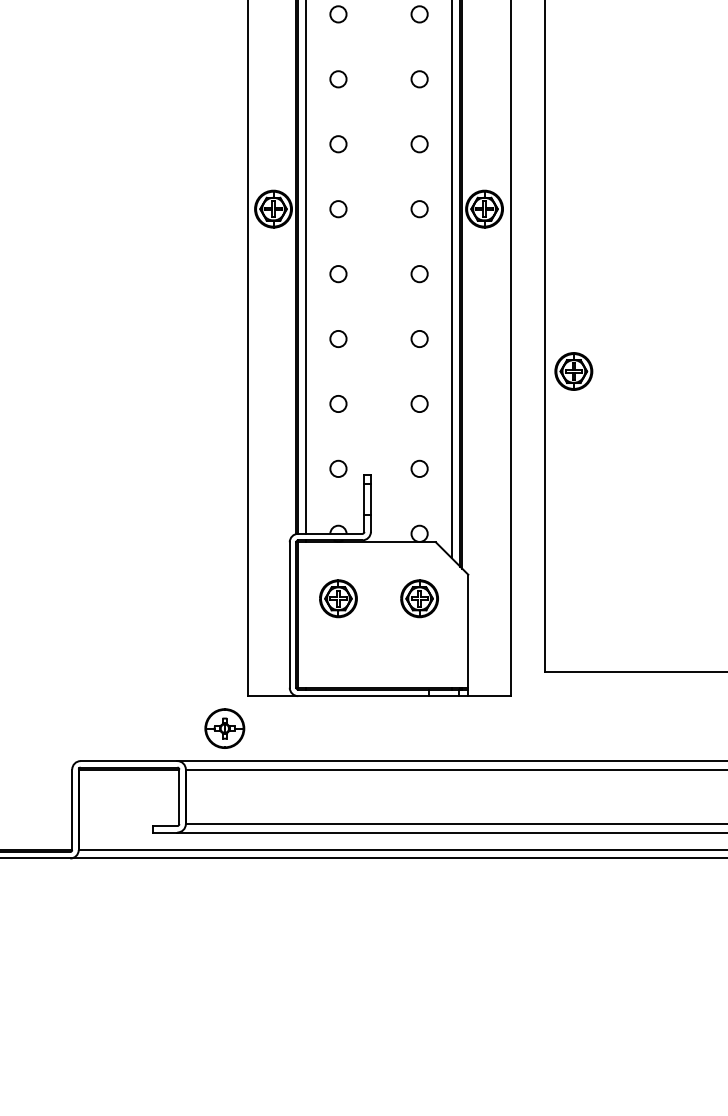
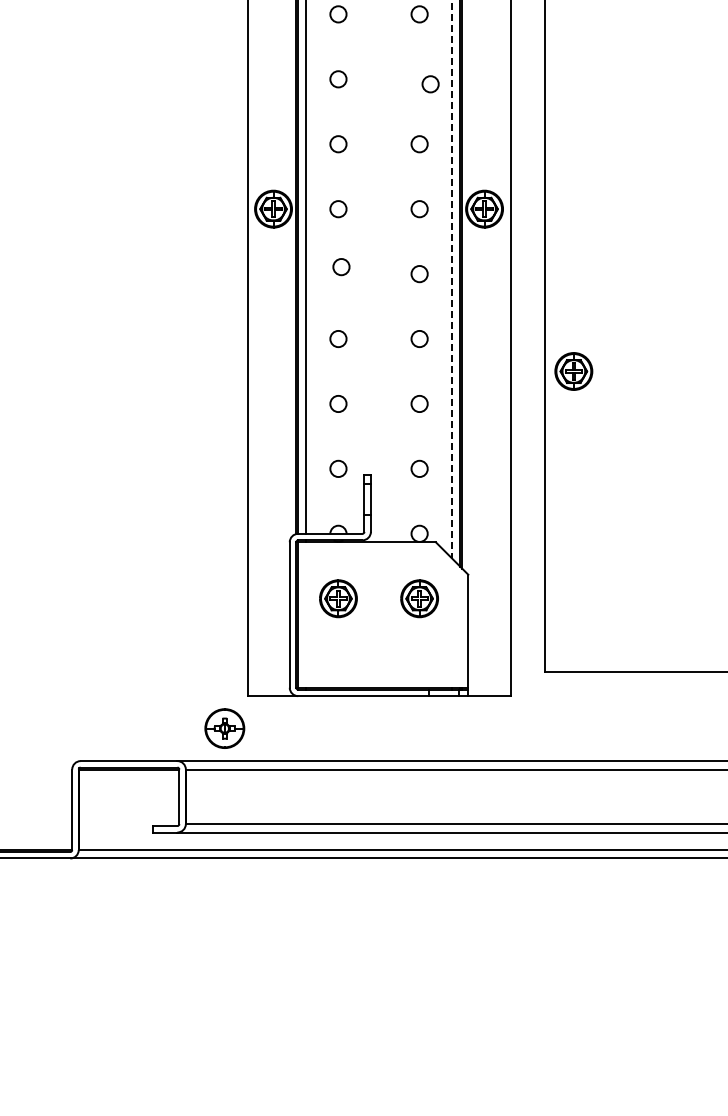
circle at (419, 79) position: (419, 79) -> (430, 84)
circle at (338, 274) position: (338, 274) -> (341, 267)
line at (451, 279): solid -> dashed
